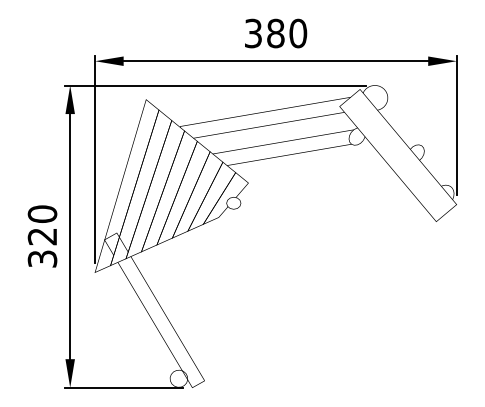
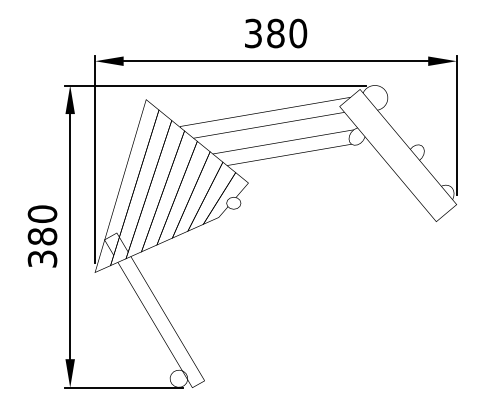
text at (42, 236): 320 -> 380
